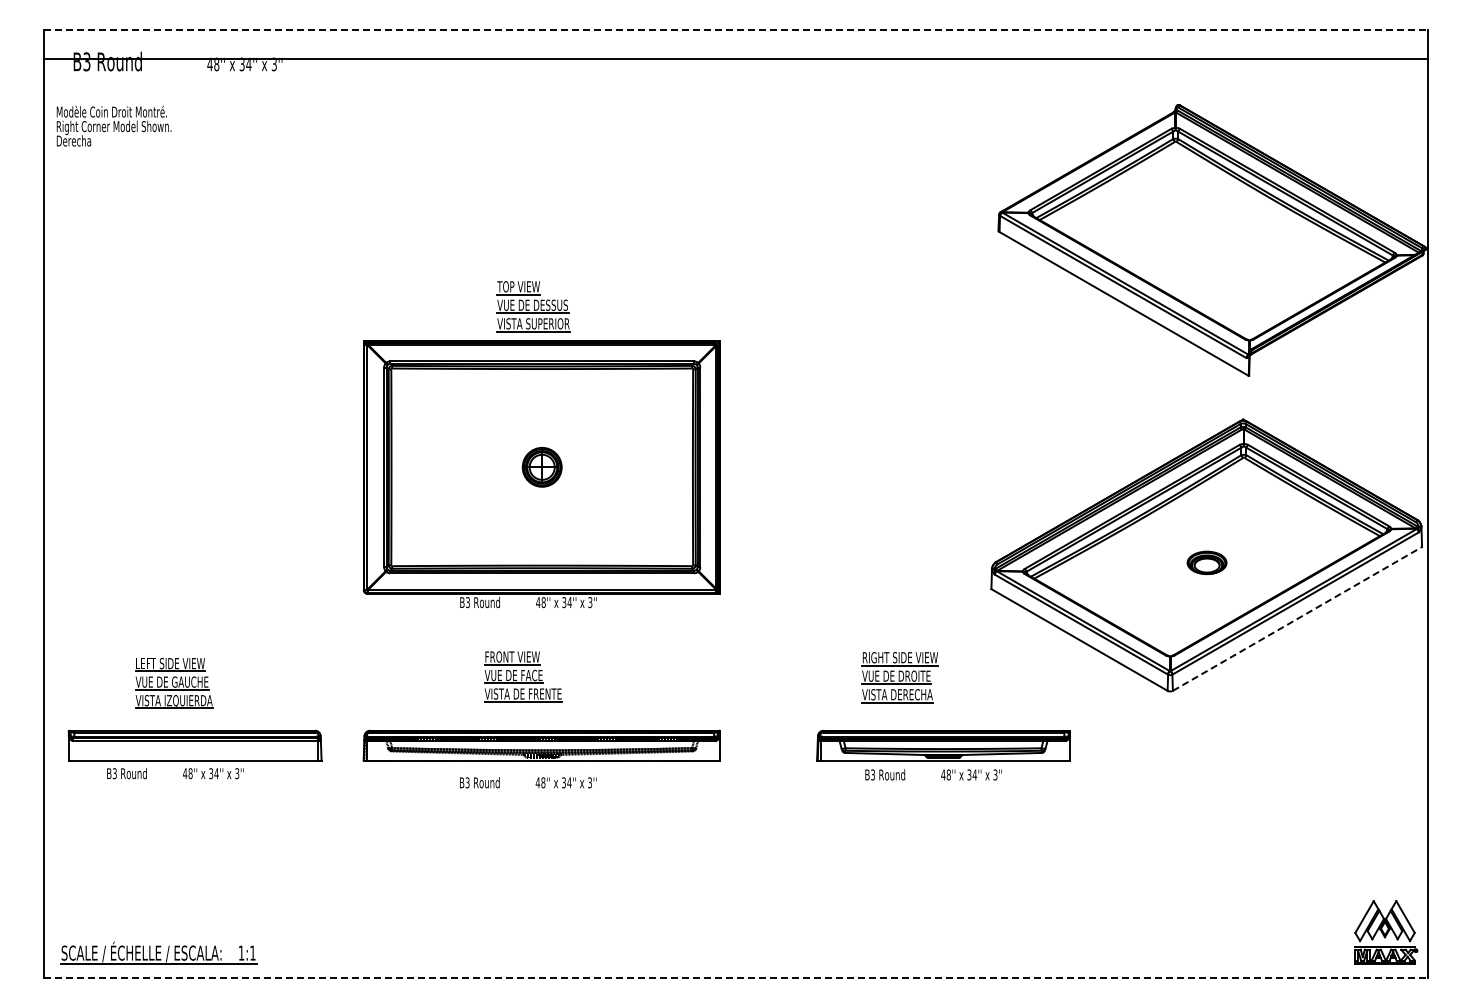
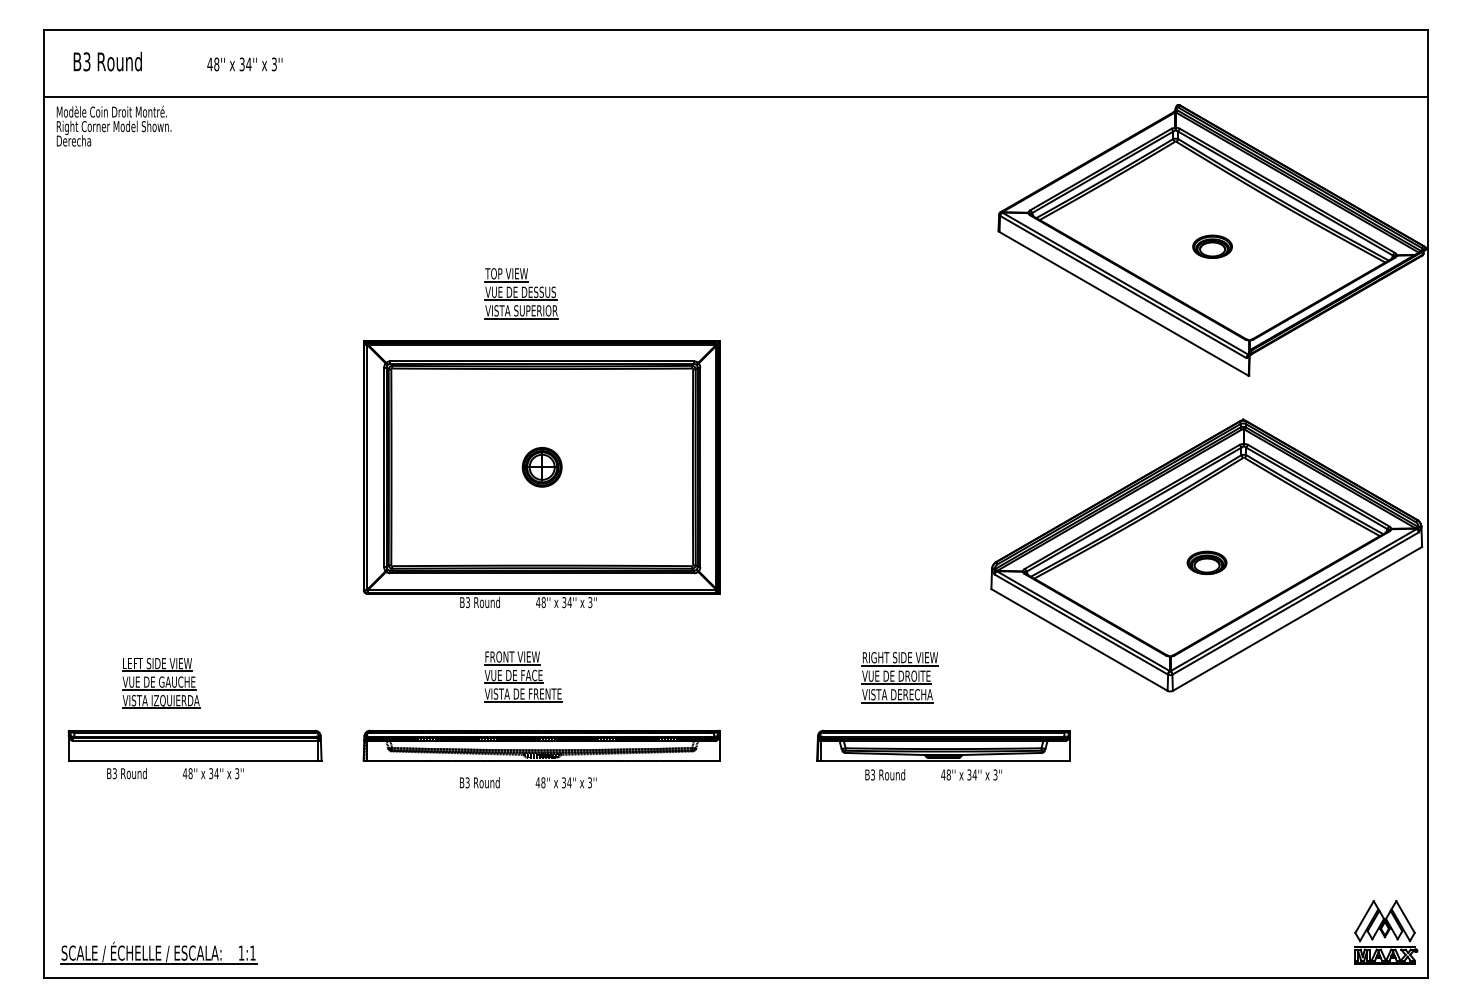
line at (735, 30): dashed -> solid
line at (735, 59) position: (735, 59) -> (735, 97)
part at (1212, 246): none -> present
part at (533, 306) position: (533, 306) -> (521, 293)
line at (1297, 618): dashed -> solid
part at (174, 683) position: (174, 683) -> (161, 683)
line at (735, 977): dashed -> solid
